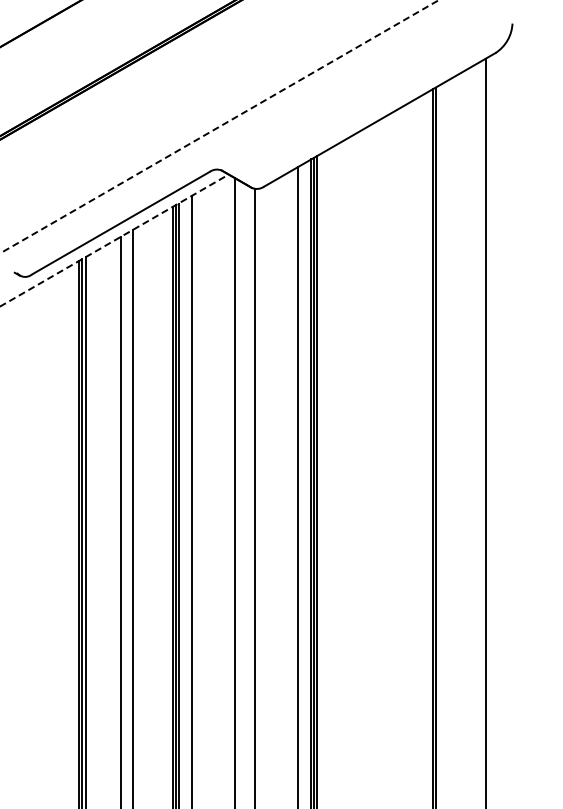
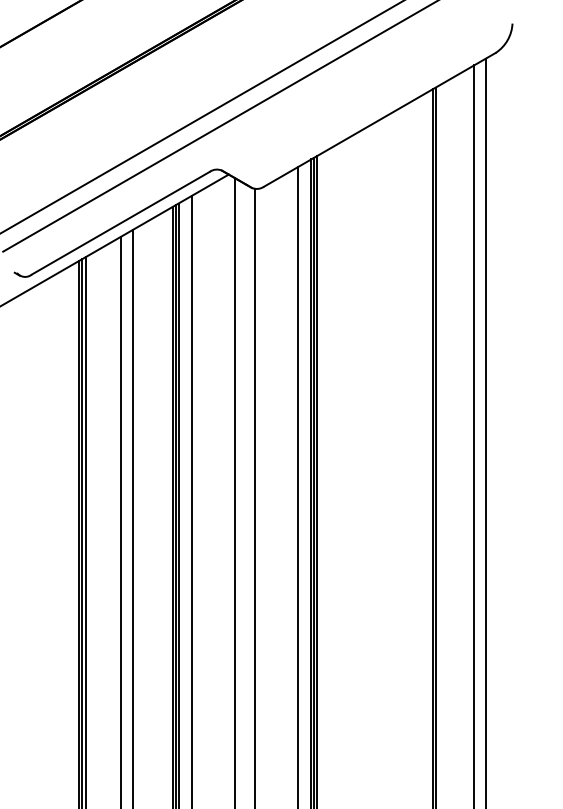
line at (201, 117): none -> present
line at (221, 125): dashed -> solid
line at (114, 240): dashed -> solid
line at (474, 435): none -> present
